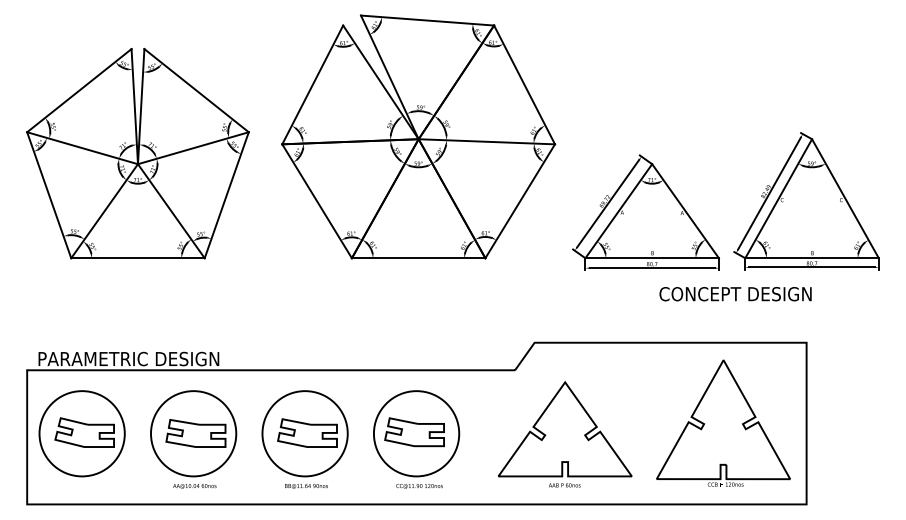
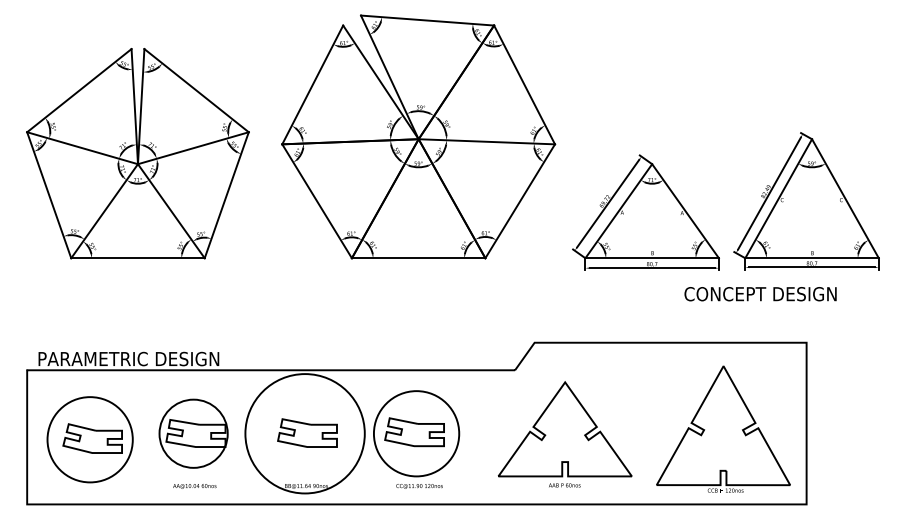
text at (735, 294) position: (735, 294) -> (760, 294)
part at (723, 422) position: (723, 422) -> (723, 428)
part at (81, 433) position: (81, 433) -> (89, 439)
circle at (193, 433) diameter: 85 px -> 68 px
circle at (304, 433) diameter: 85 px -> 119 px
